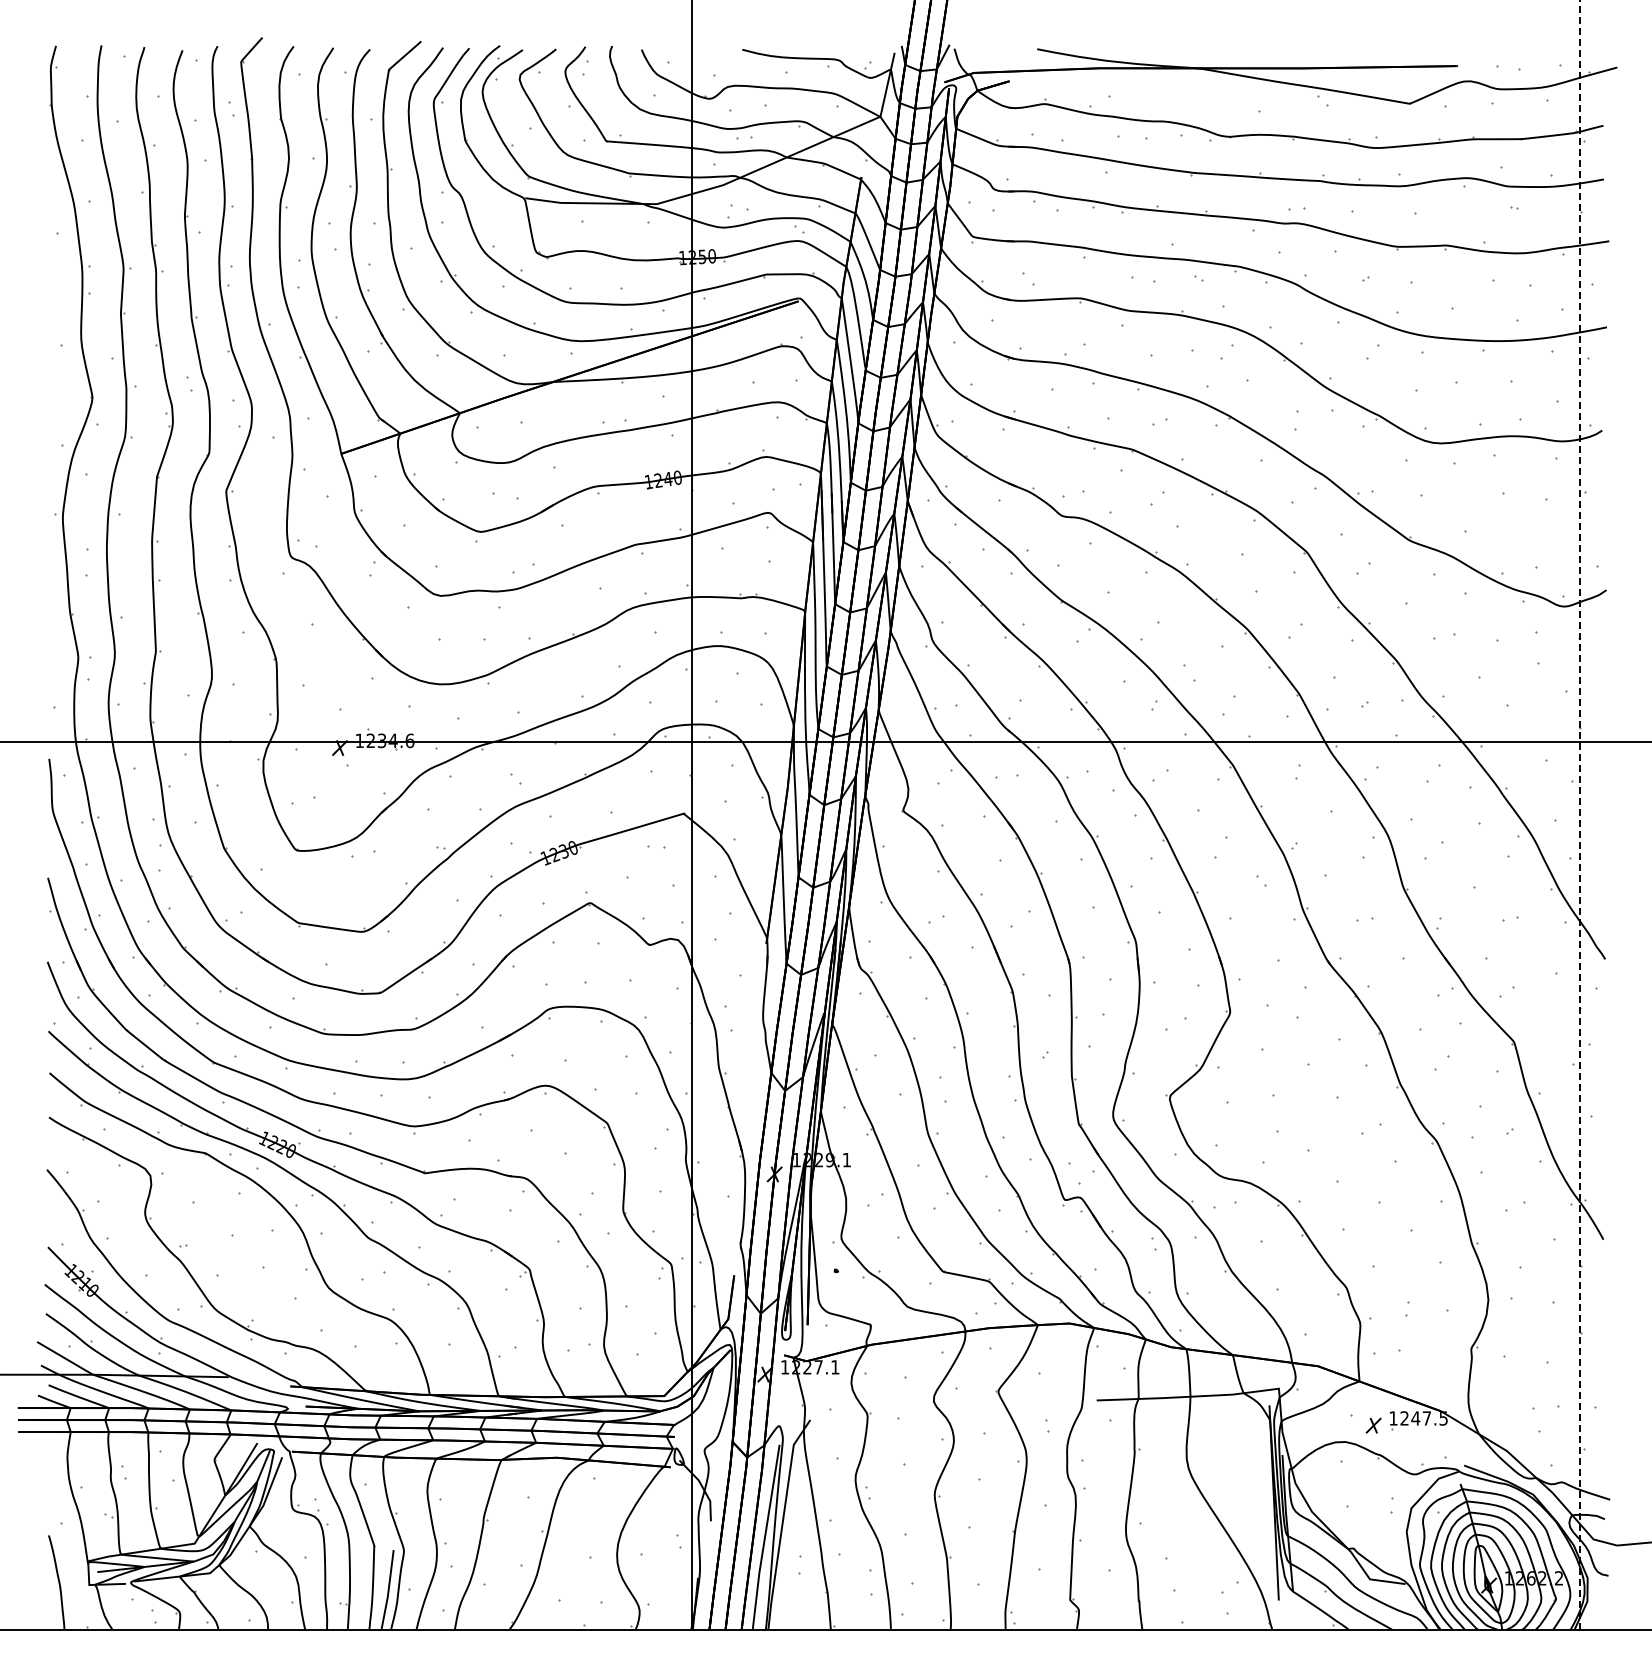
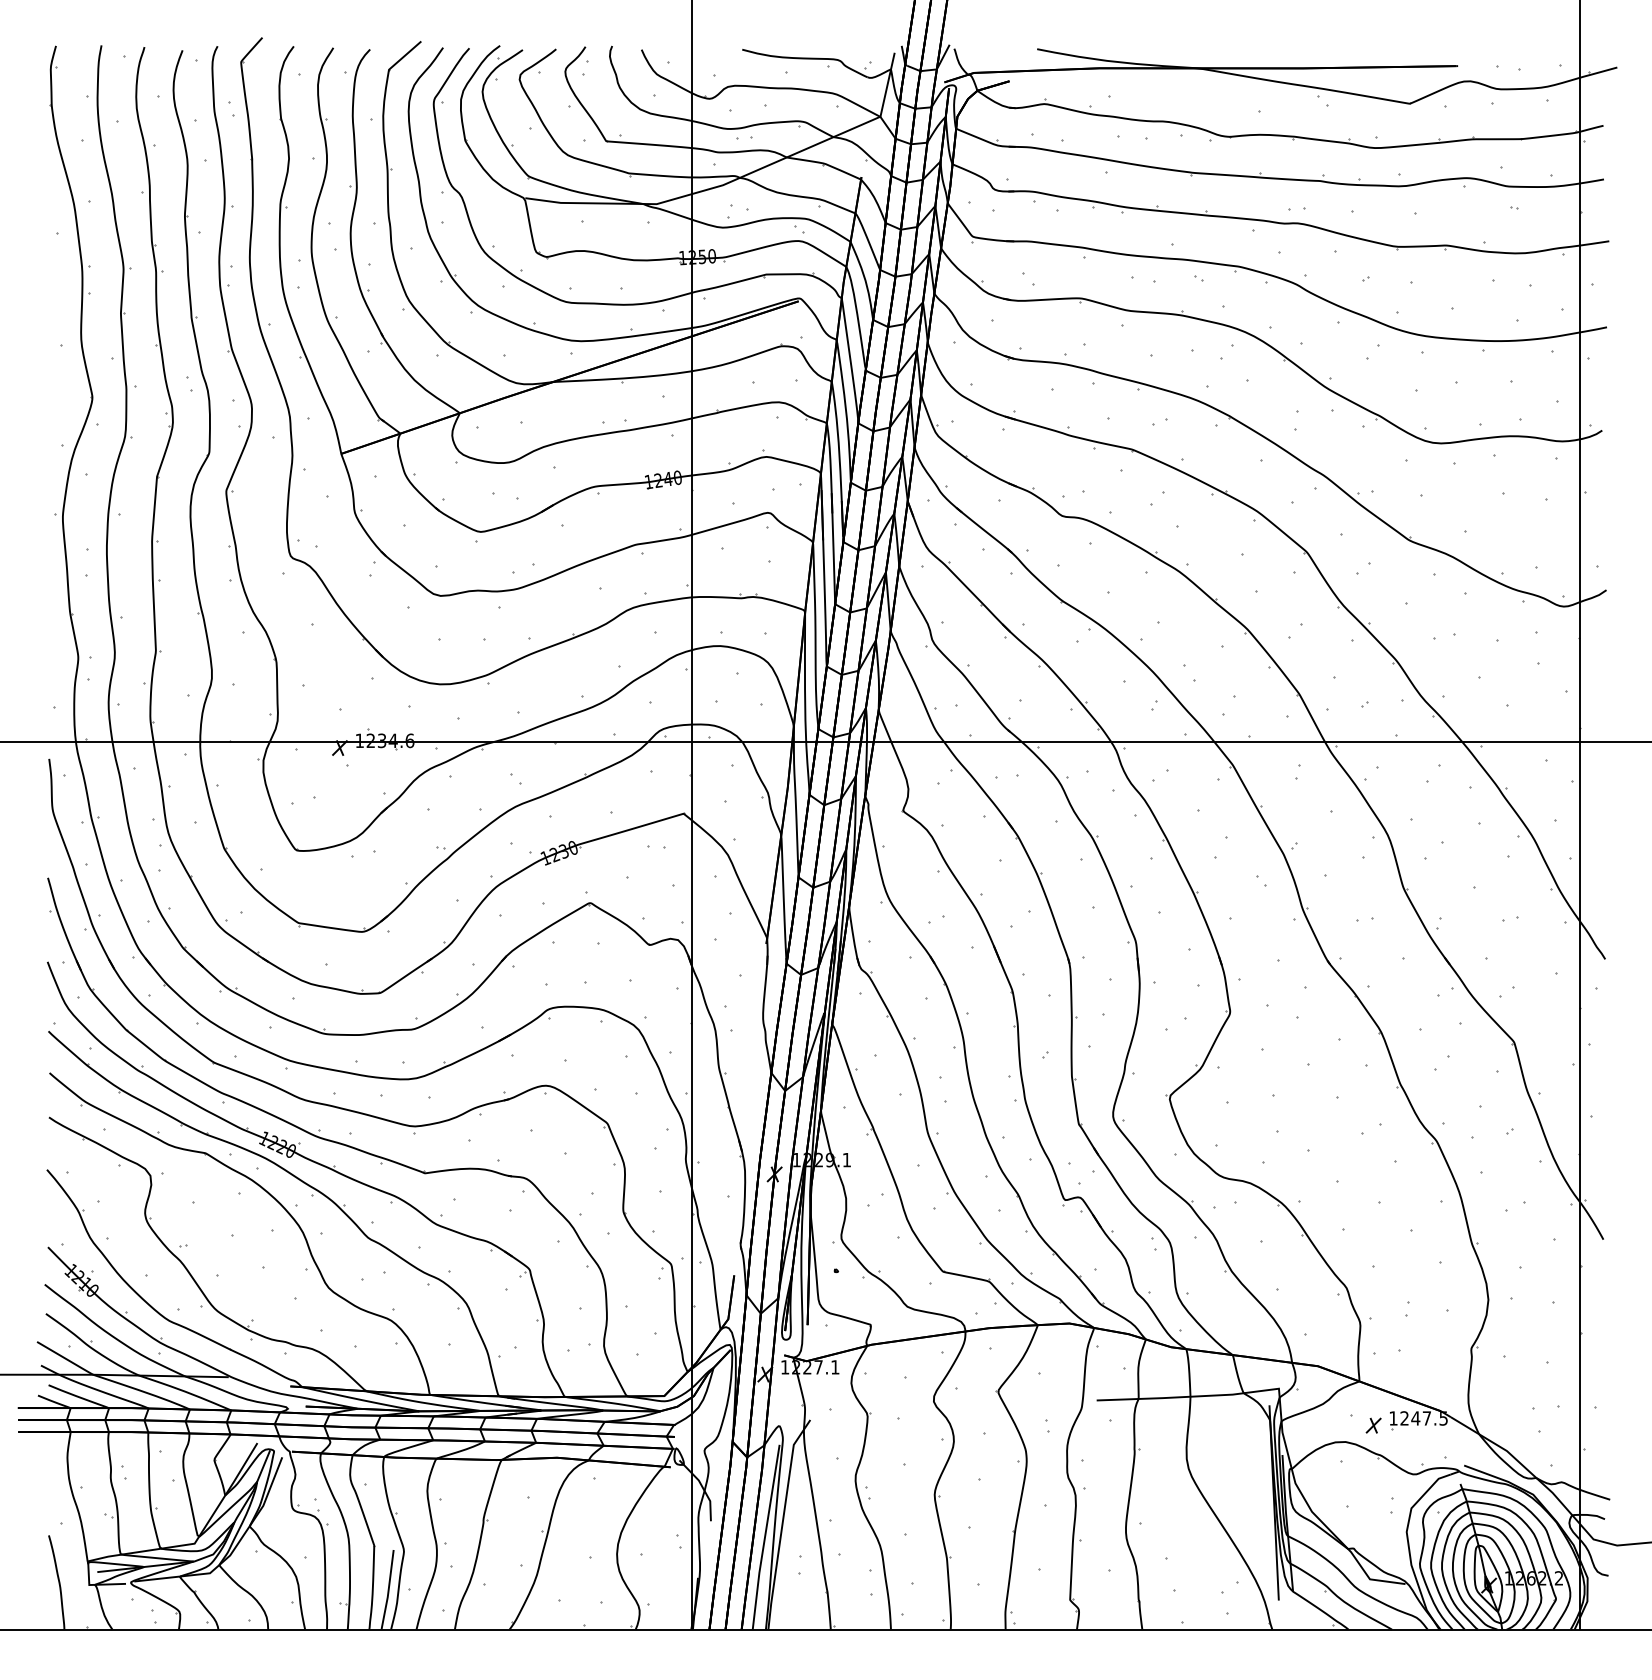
line at (1580, 815): dashed -> solid
